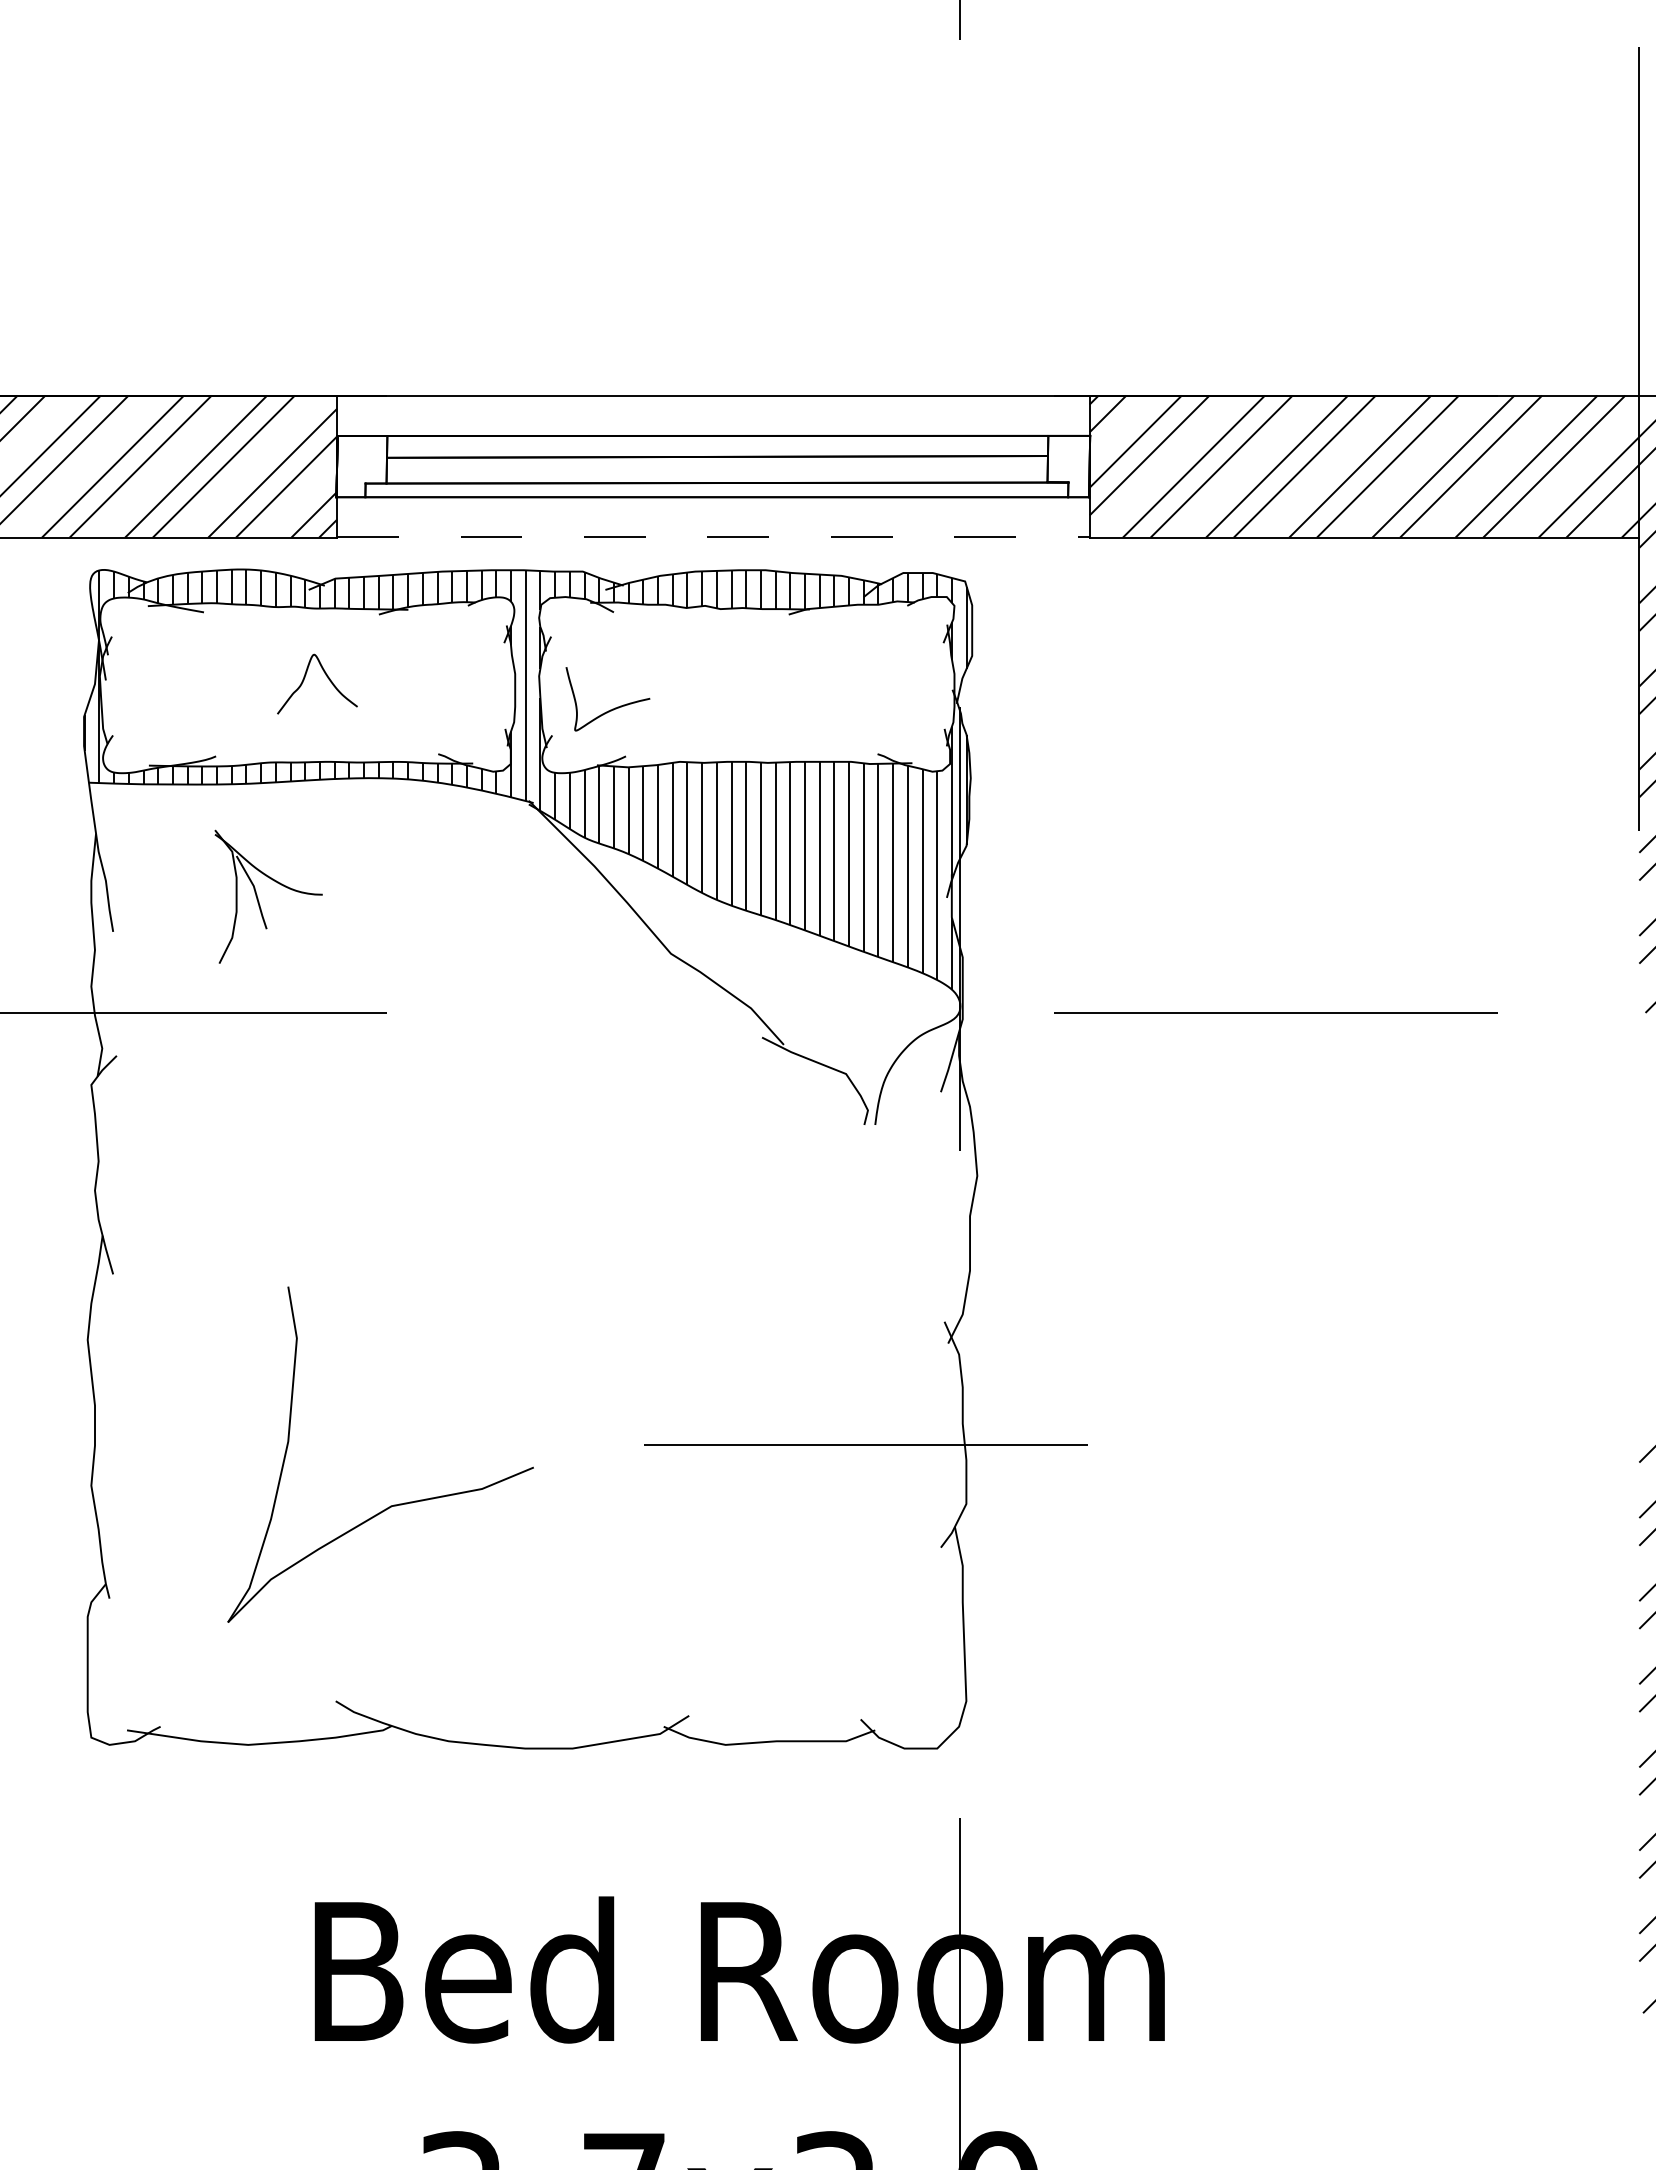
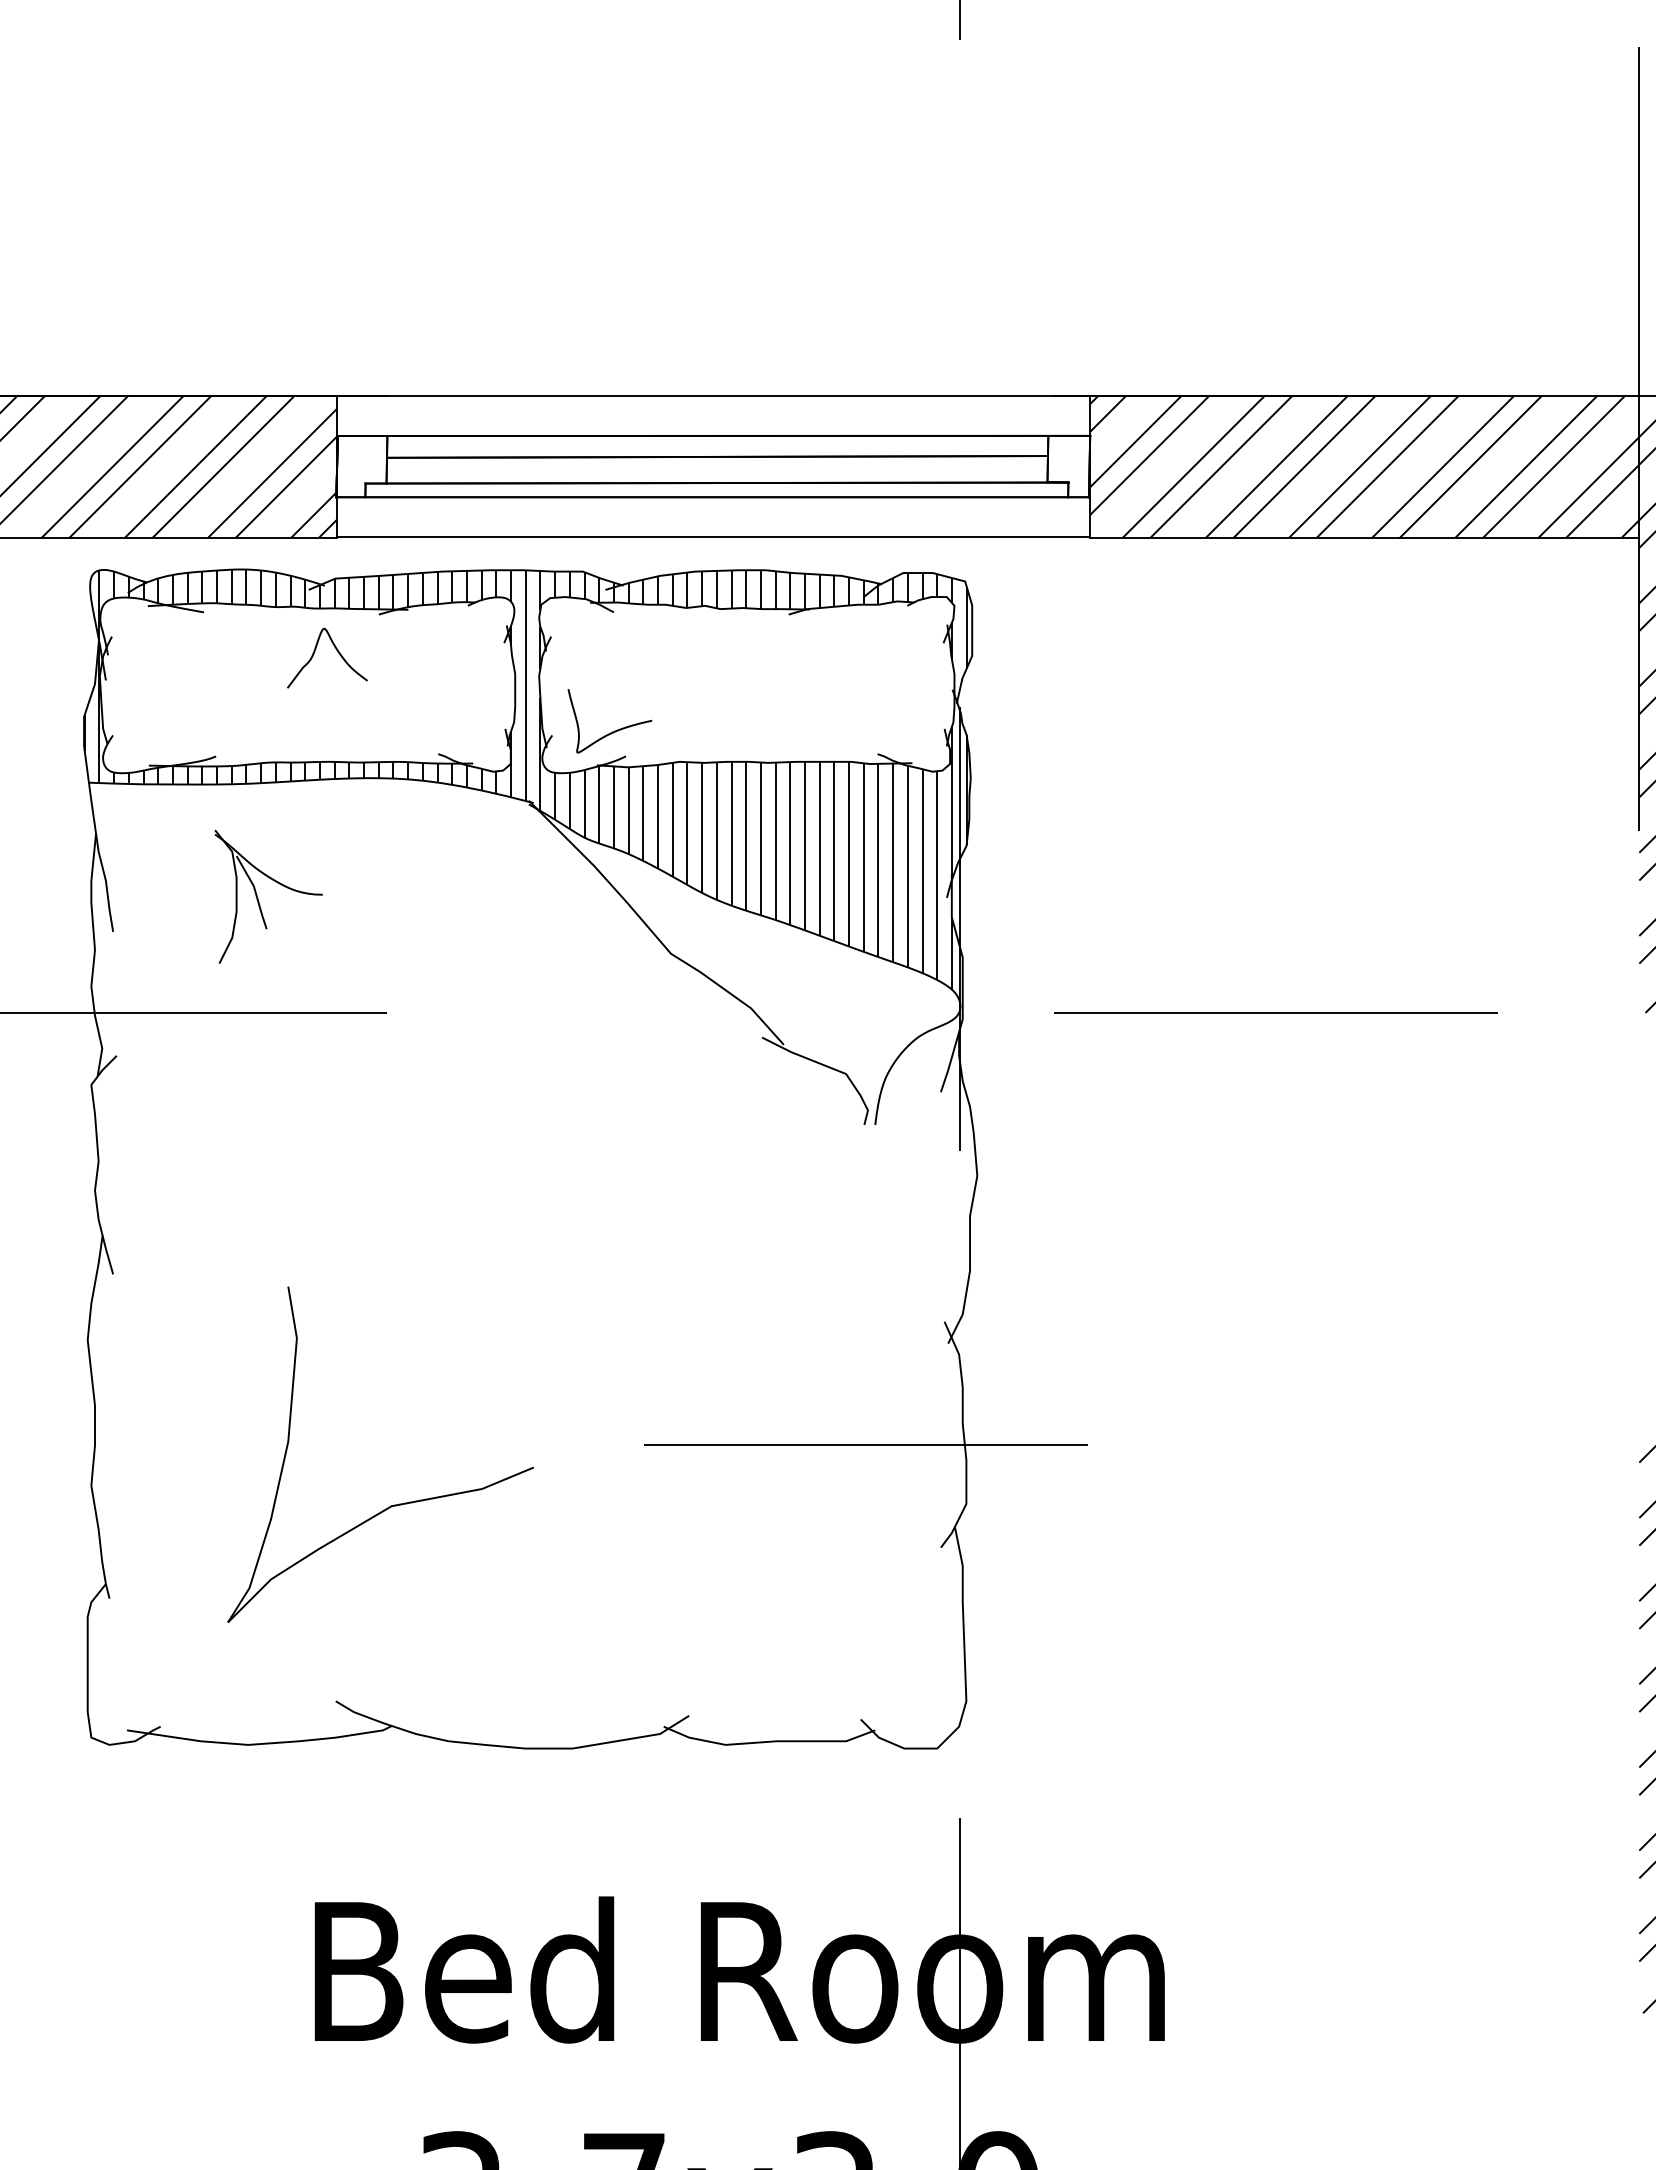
line at (713, 536): dashed -> solid
curve at (327, 678) position: (327, 678) -> (337, 652)
curve at (612, 708) position: (612, 708) -> (614, 730)
